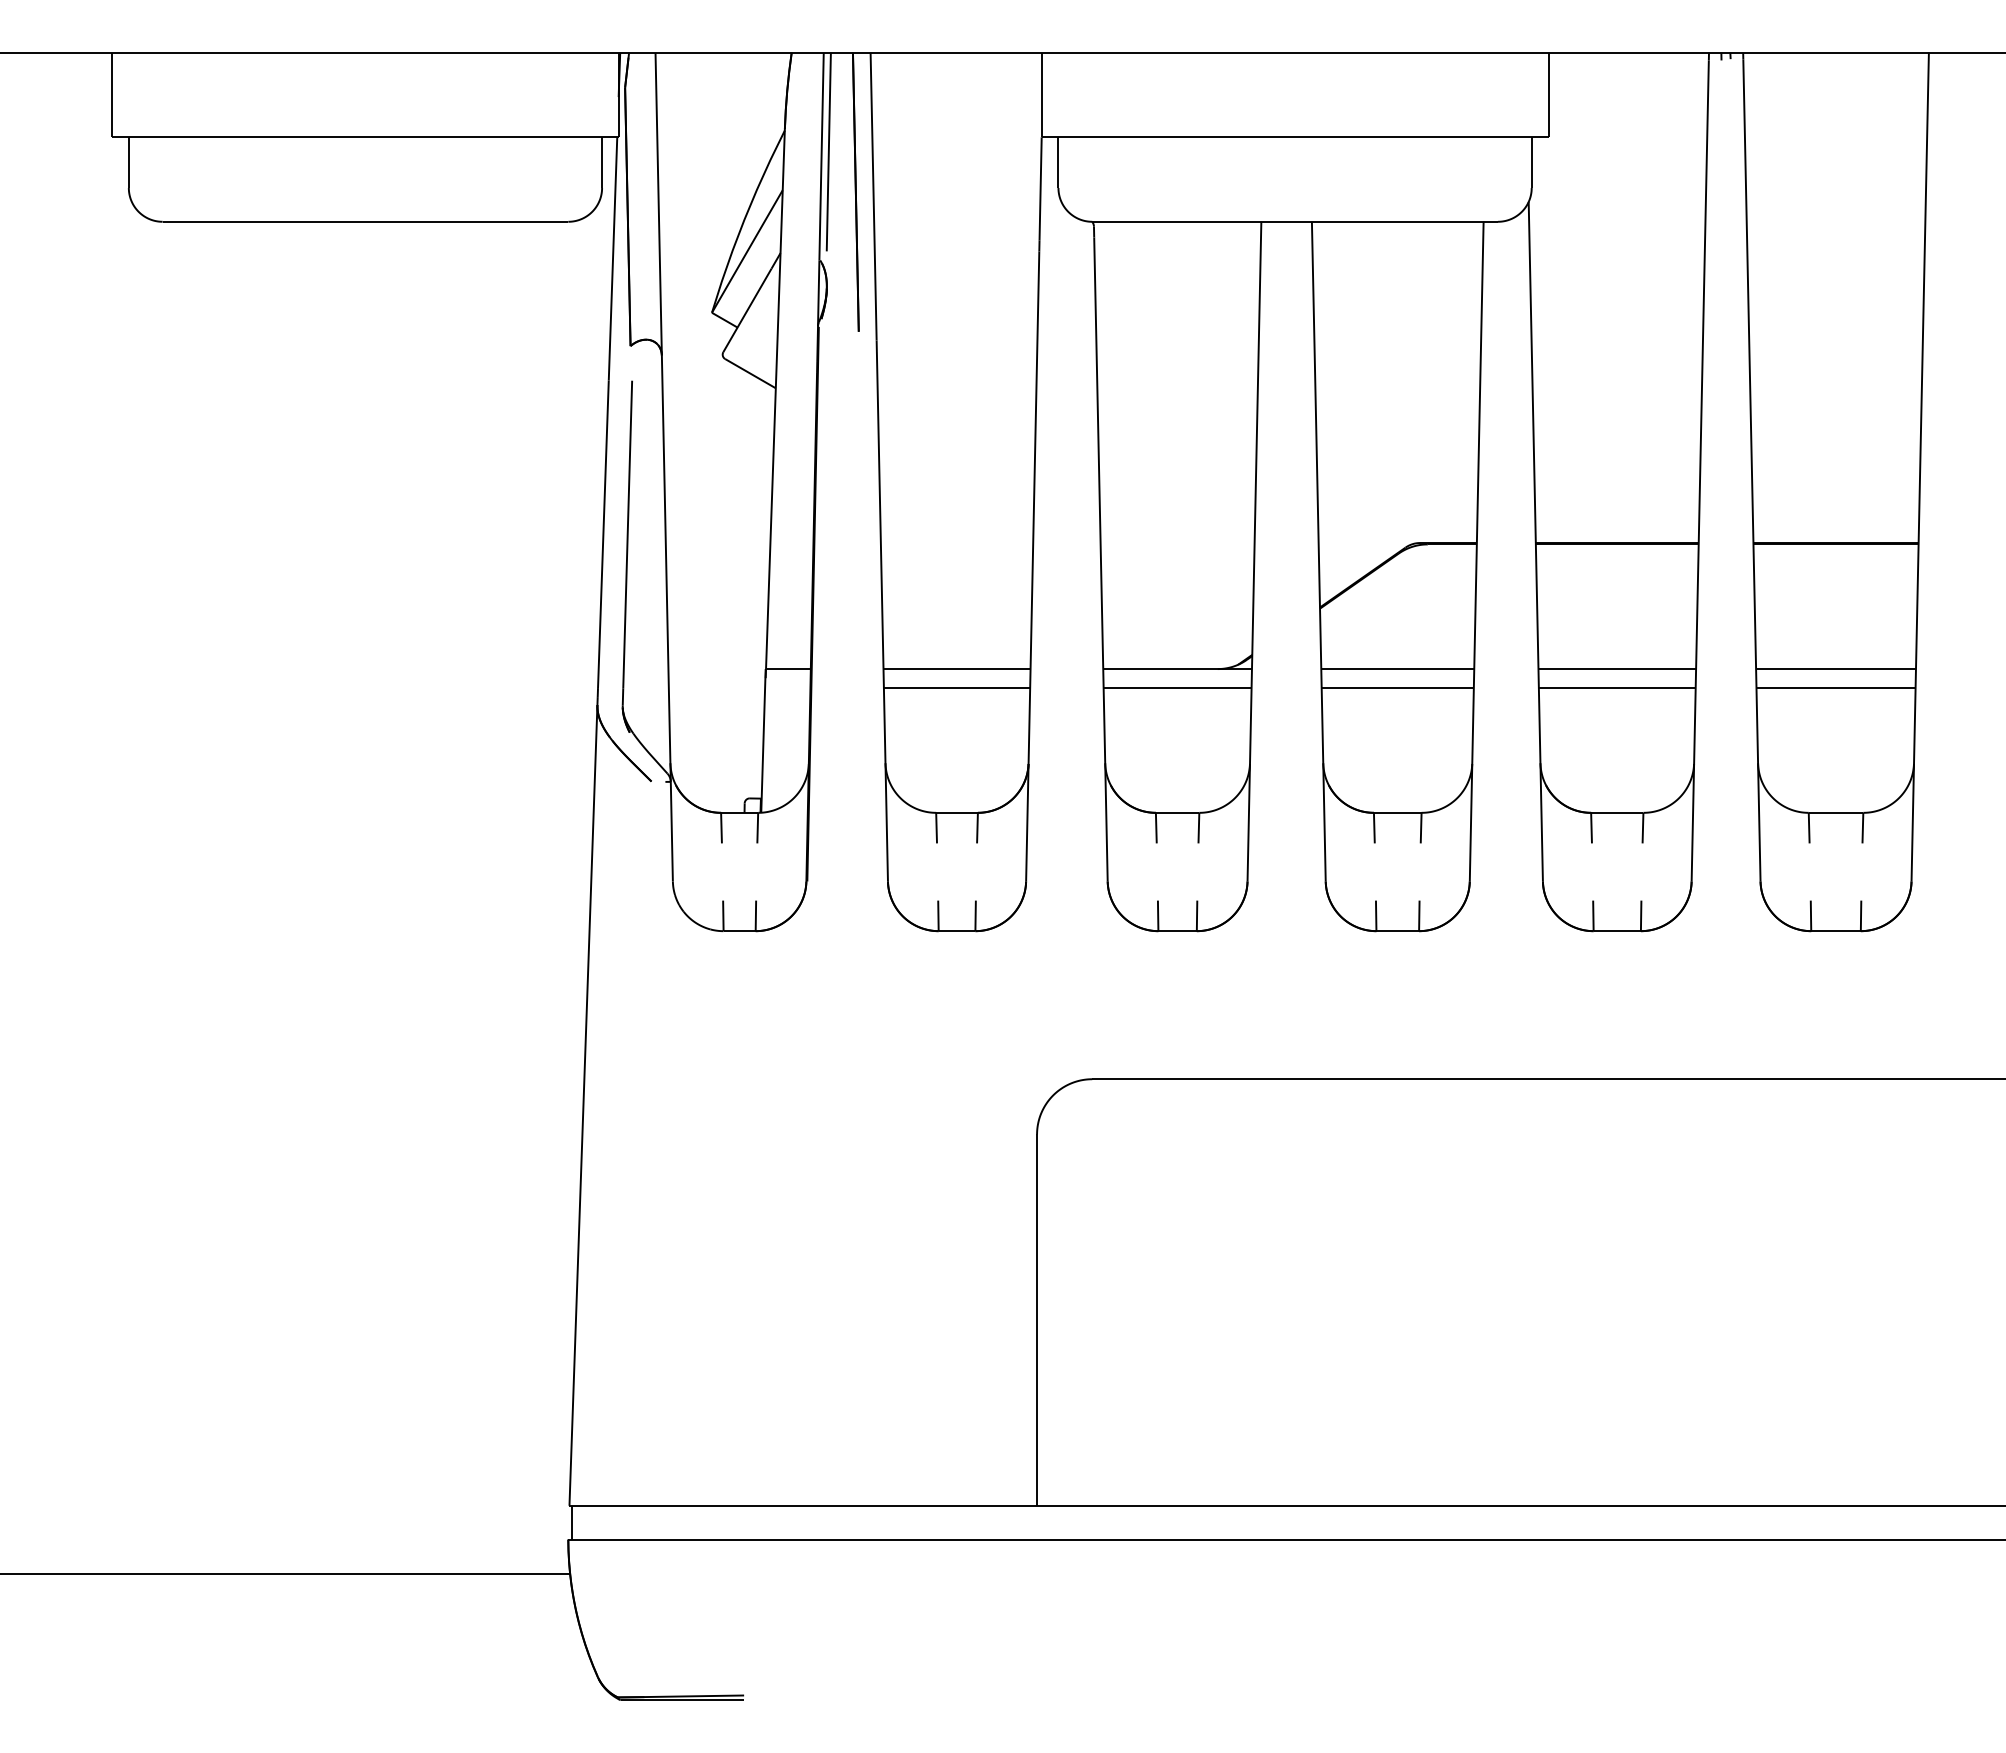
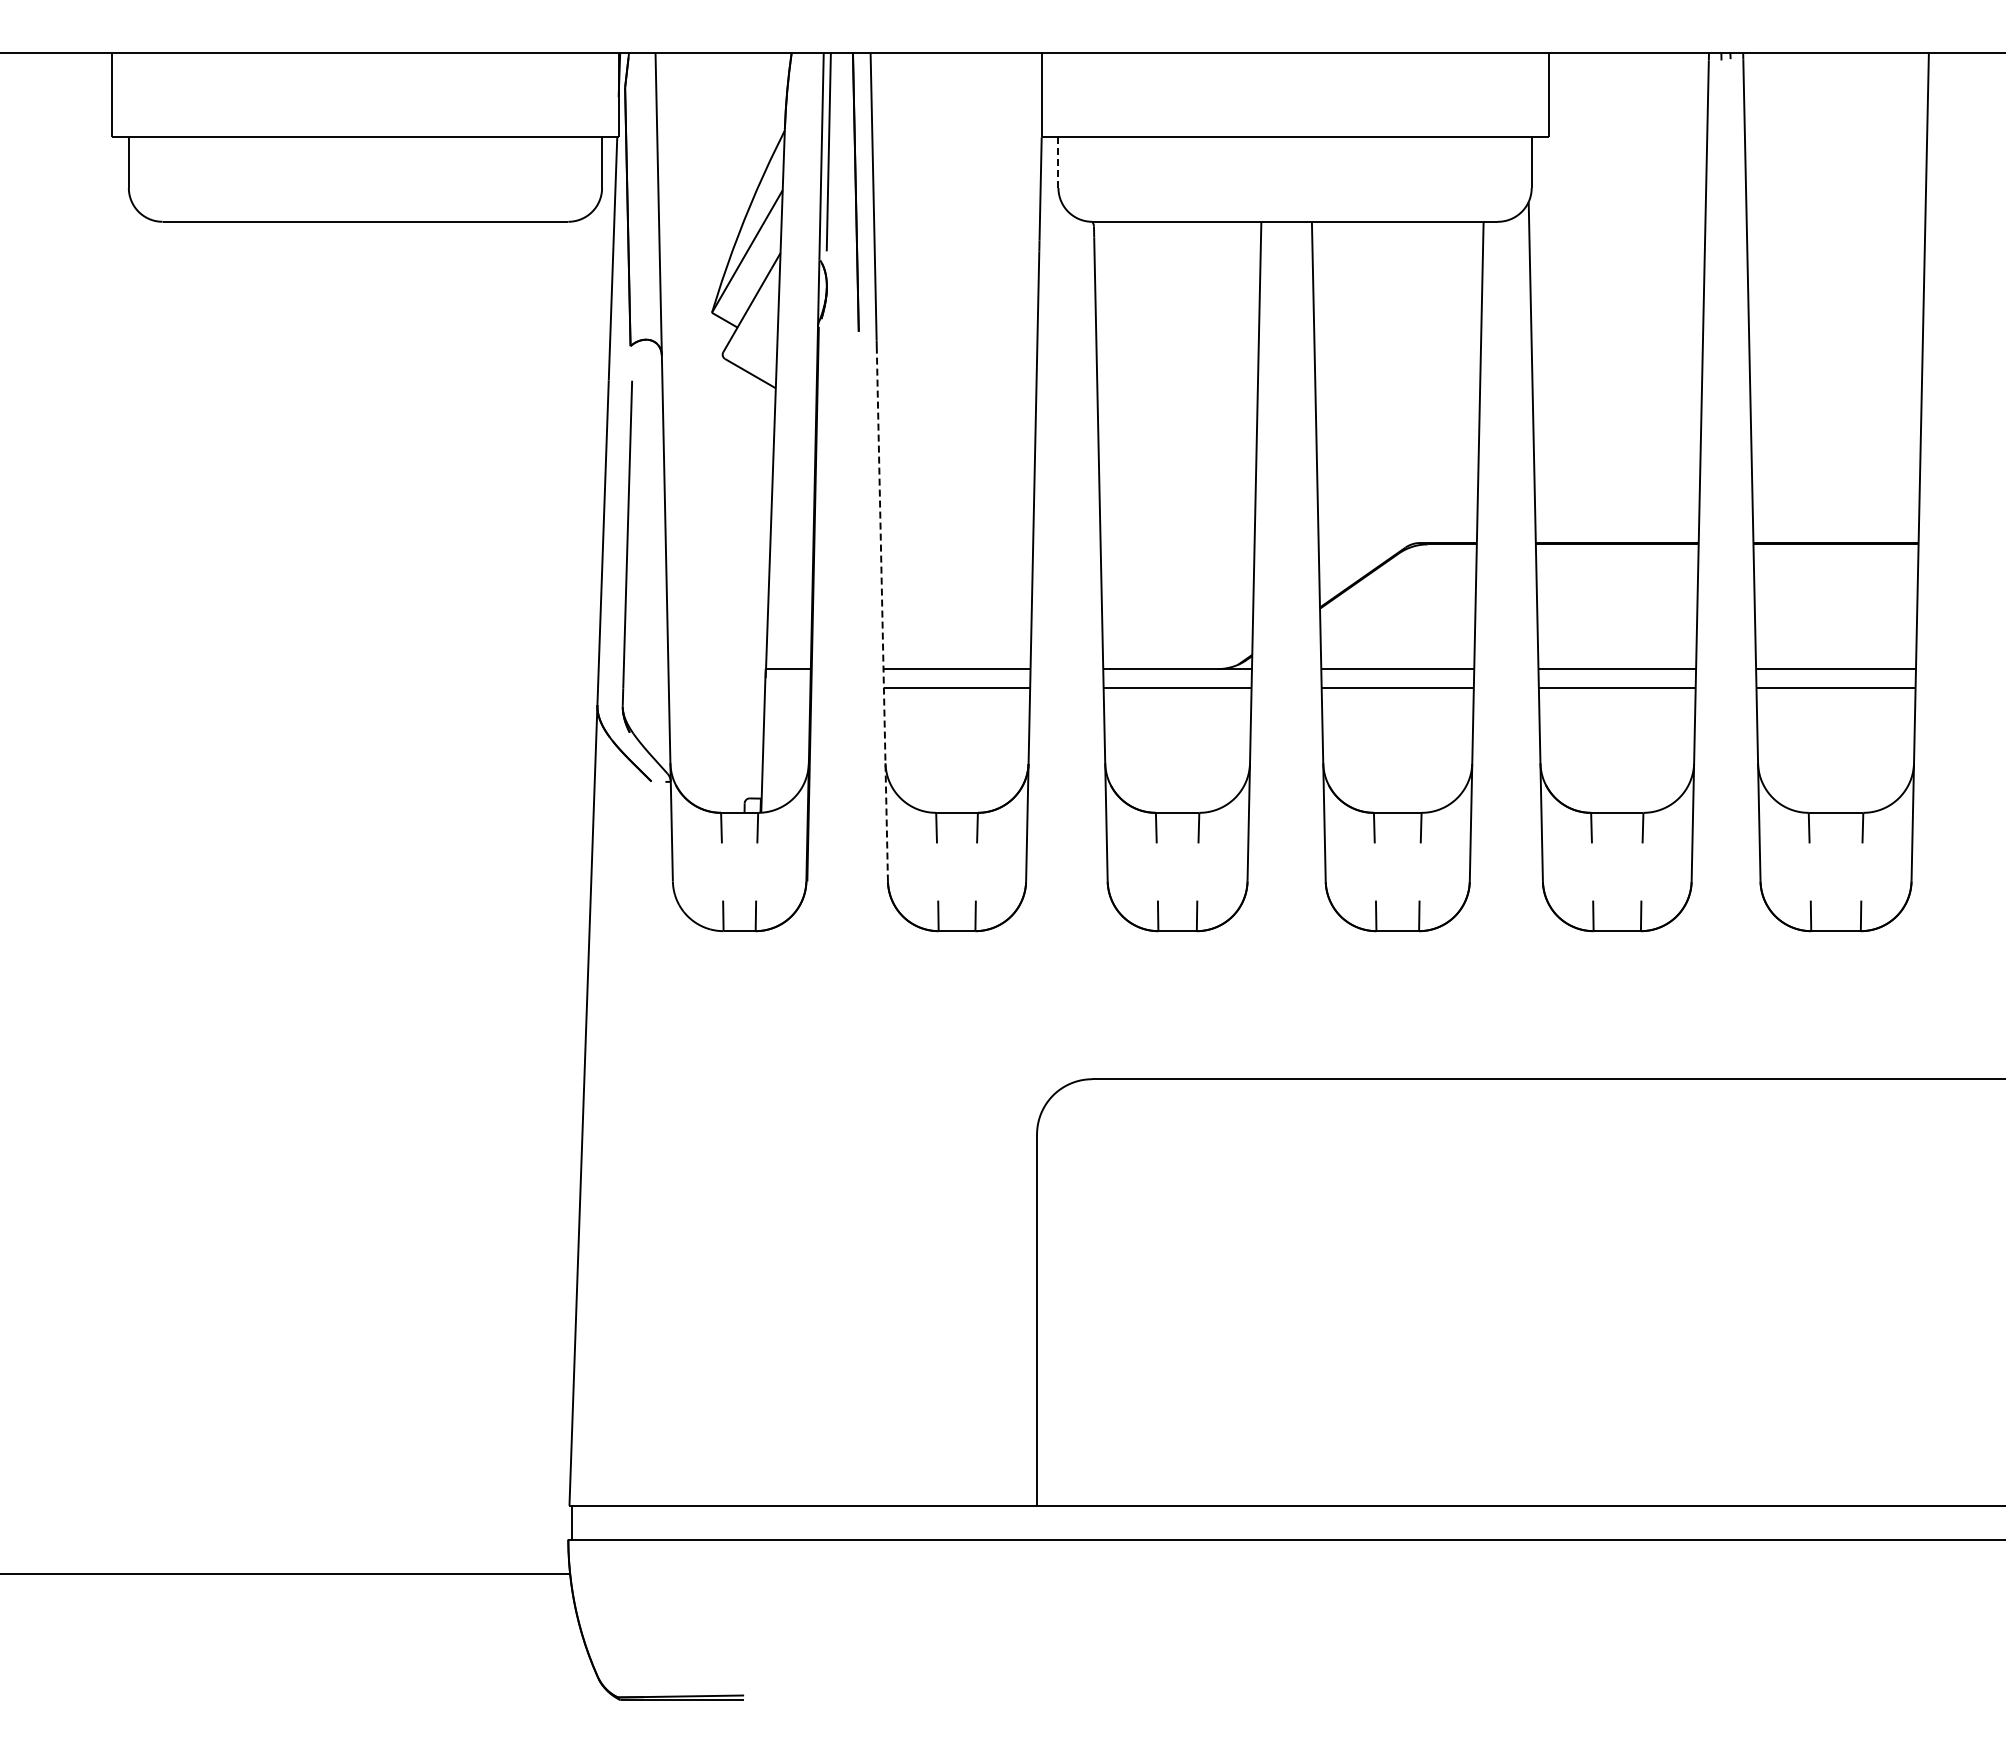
line at (1058, 162): solid -> dashed
line at (882, 616): solid -> dashed
